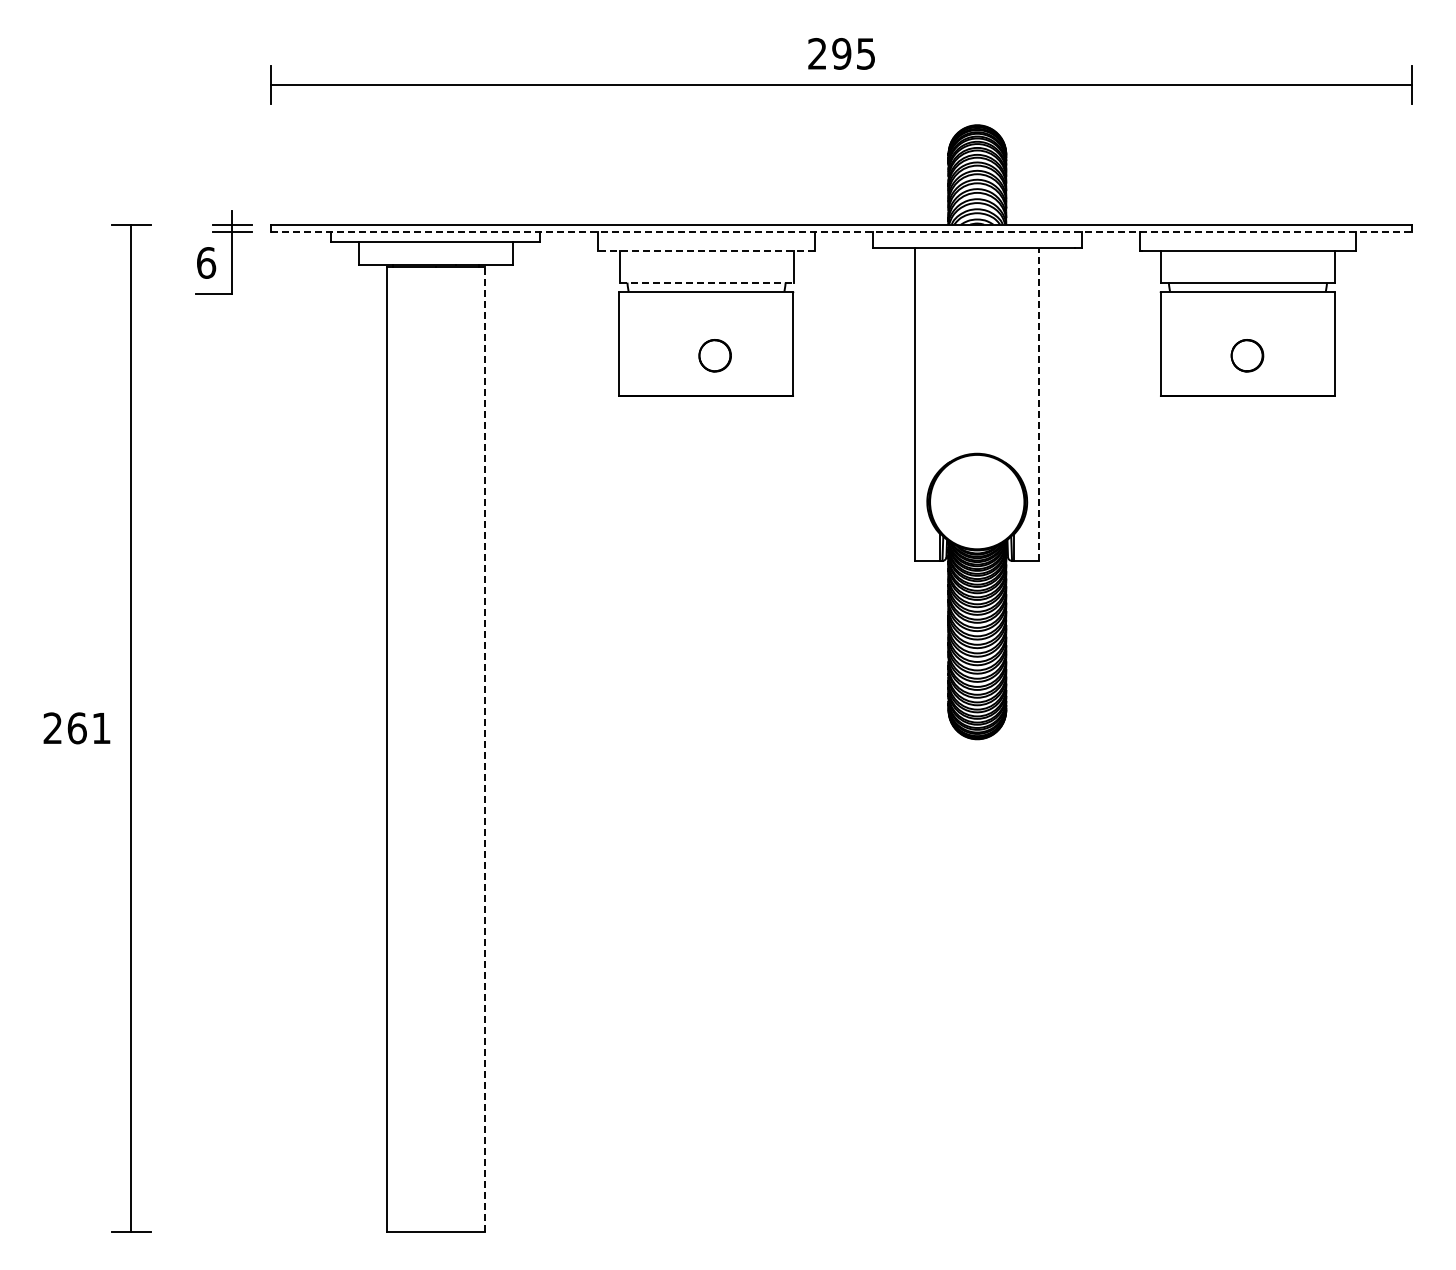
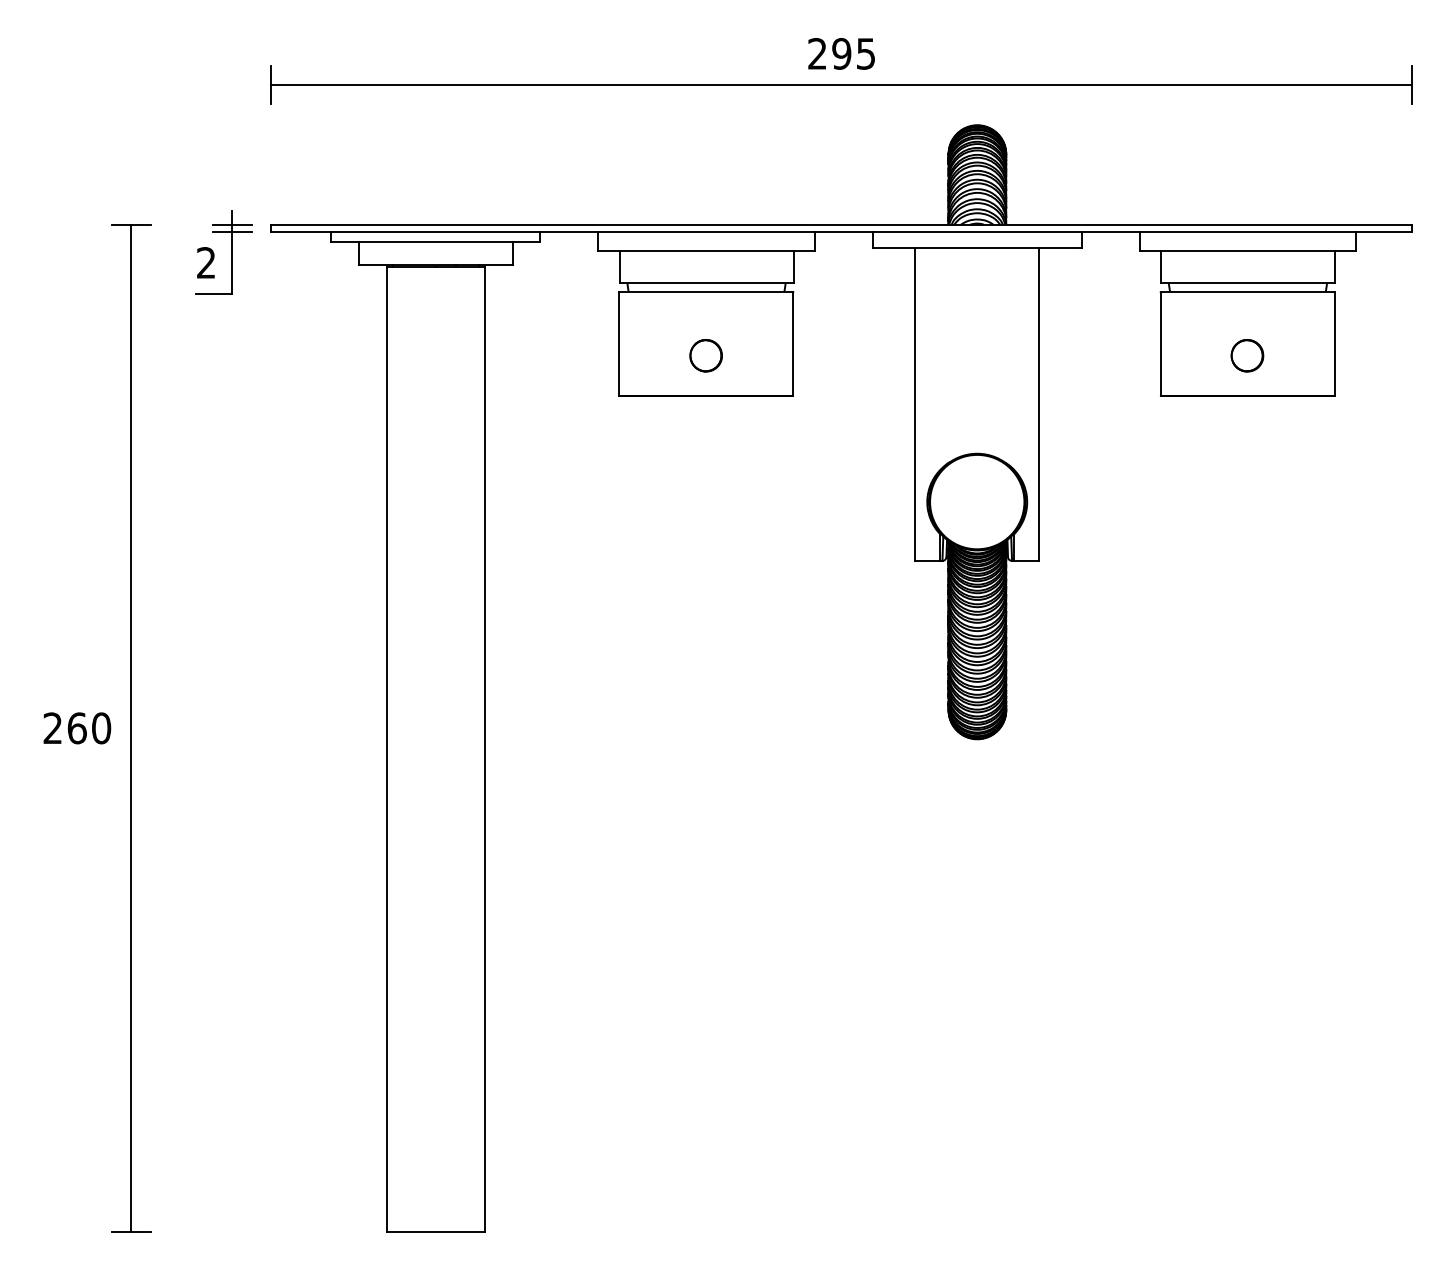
line at (842, 232): dashed -> solid
line at (706, 250): dashed -> solid
text at (206, 262): 6 -> 2
line at (707, 282): dashed -> solid
part at (714, 355) position: (714, 355) -> (705, 355)
line at (1039, 404): dashed -> solid
text at (101, 728): 261 -> 260
line at (484, 749): dashed -> solid
